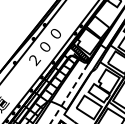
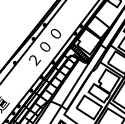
line at (69, 94): dashed -> solid
